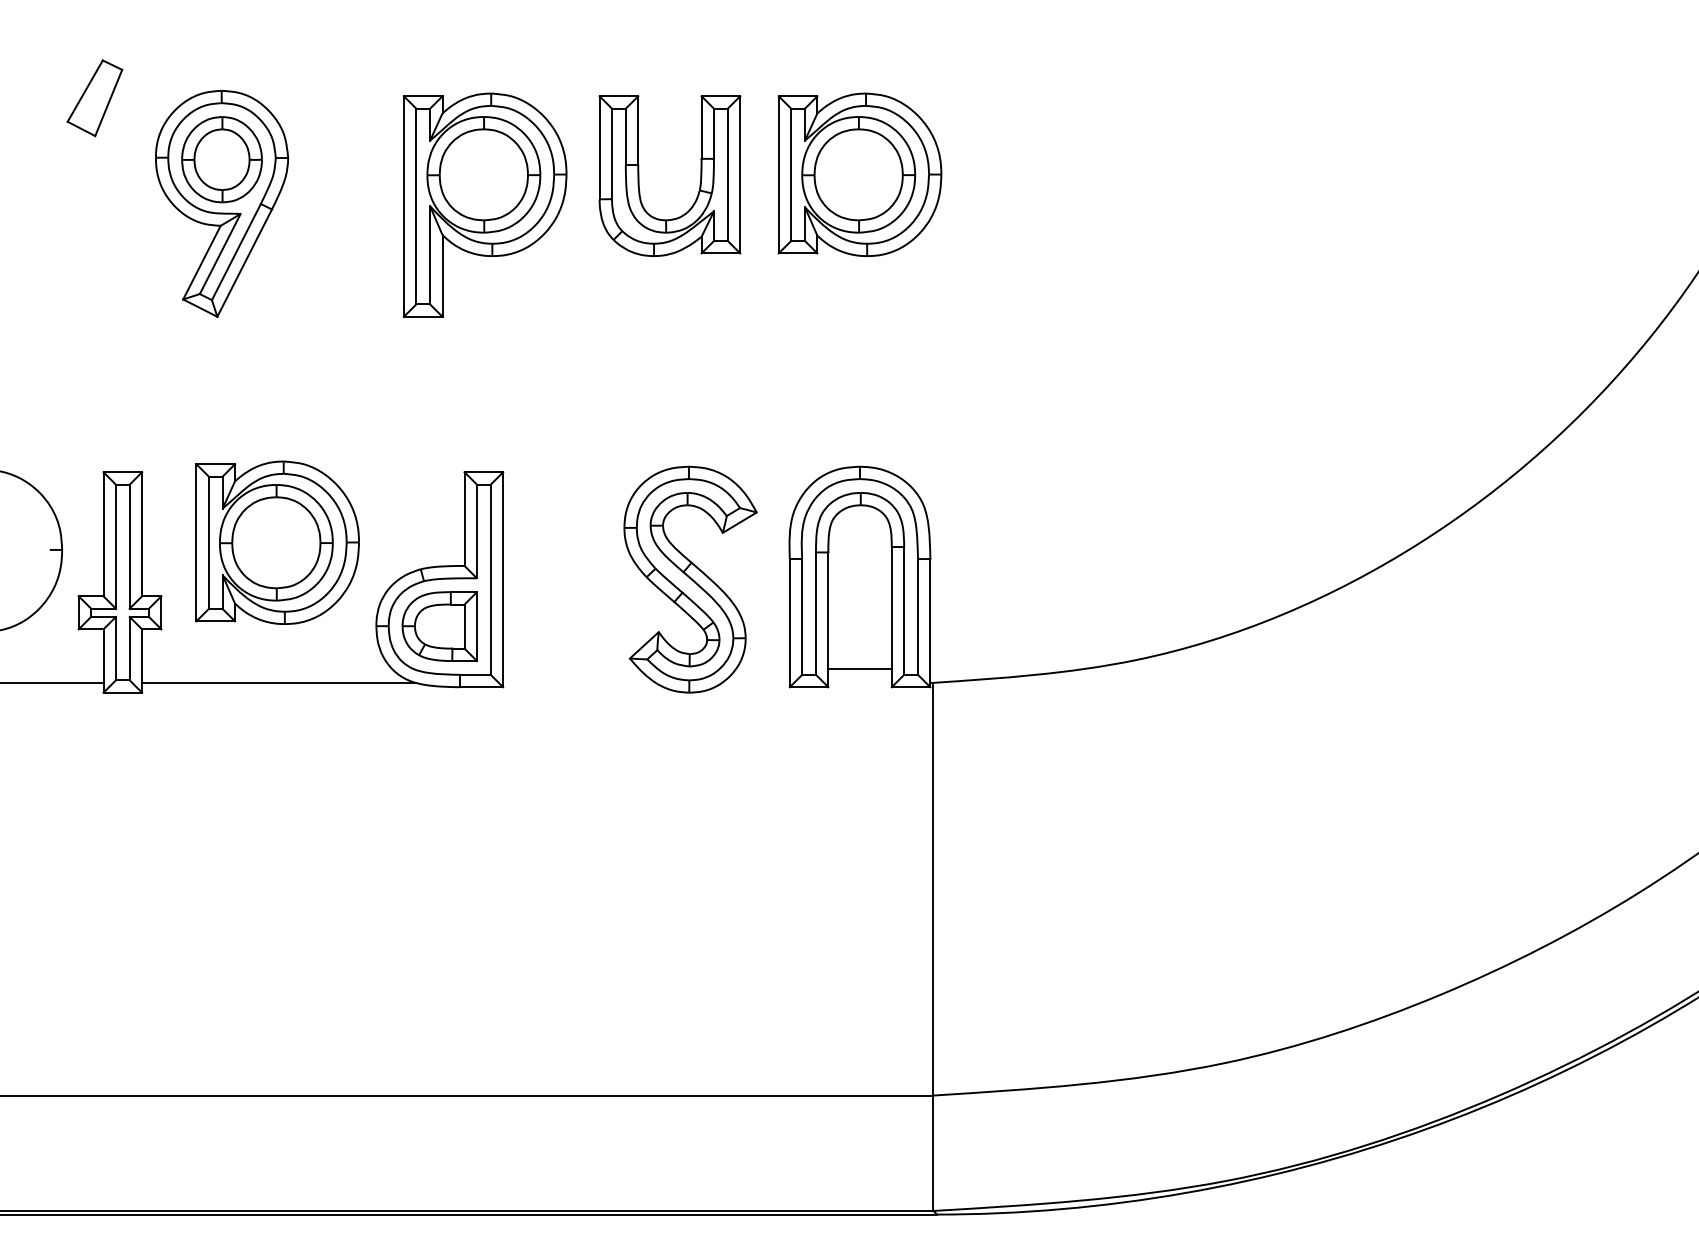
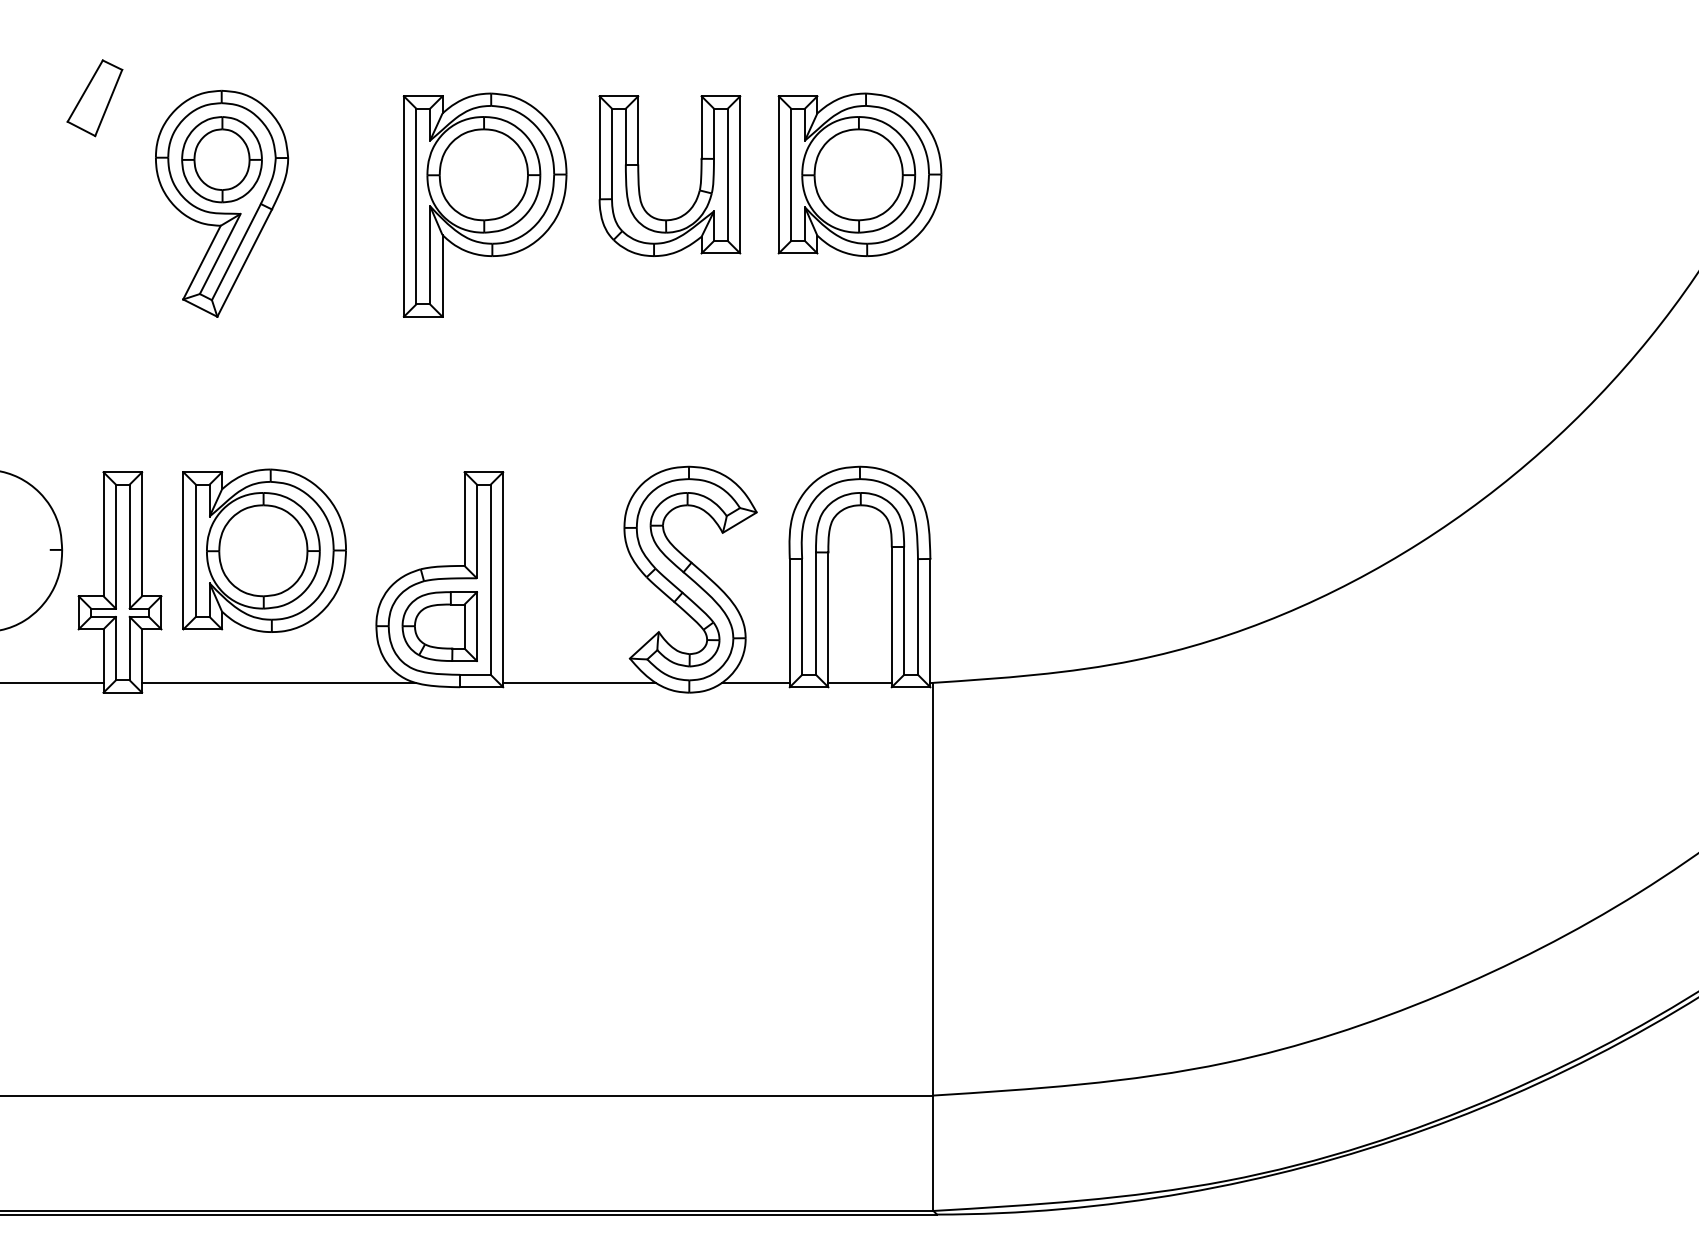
part at (277, 542) position: (277, 542) -> (264, 550)
line at (859, 668) position: (859, 668) -> (859, 682)
line at (579, 682): none -> present
line at (755, 682): none -> present
